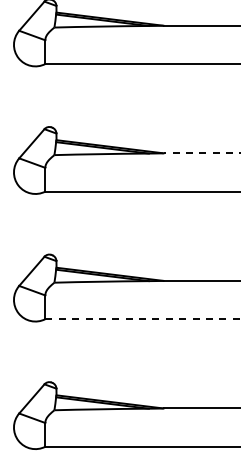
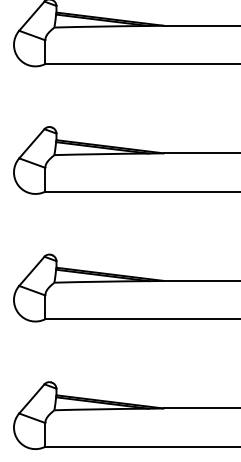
line at (201, 153): dashed -> solid
line at (143, 319): dashed -> solid
